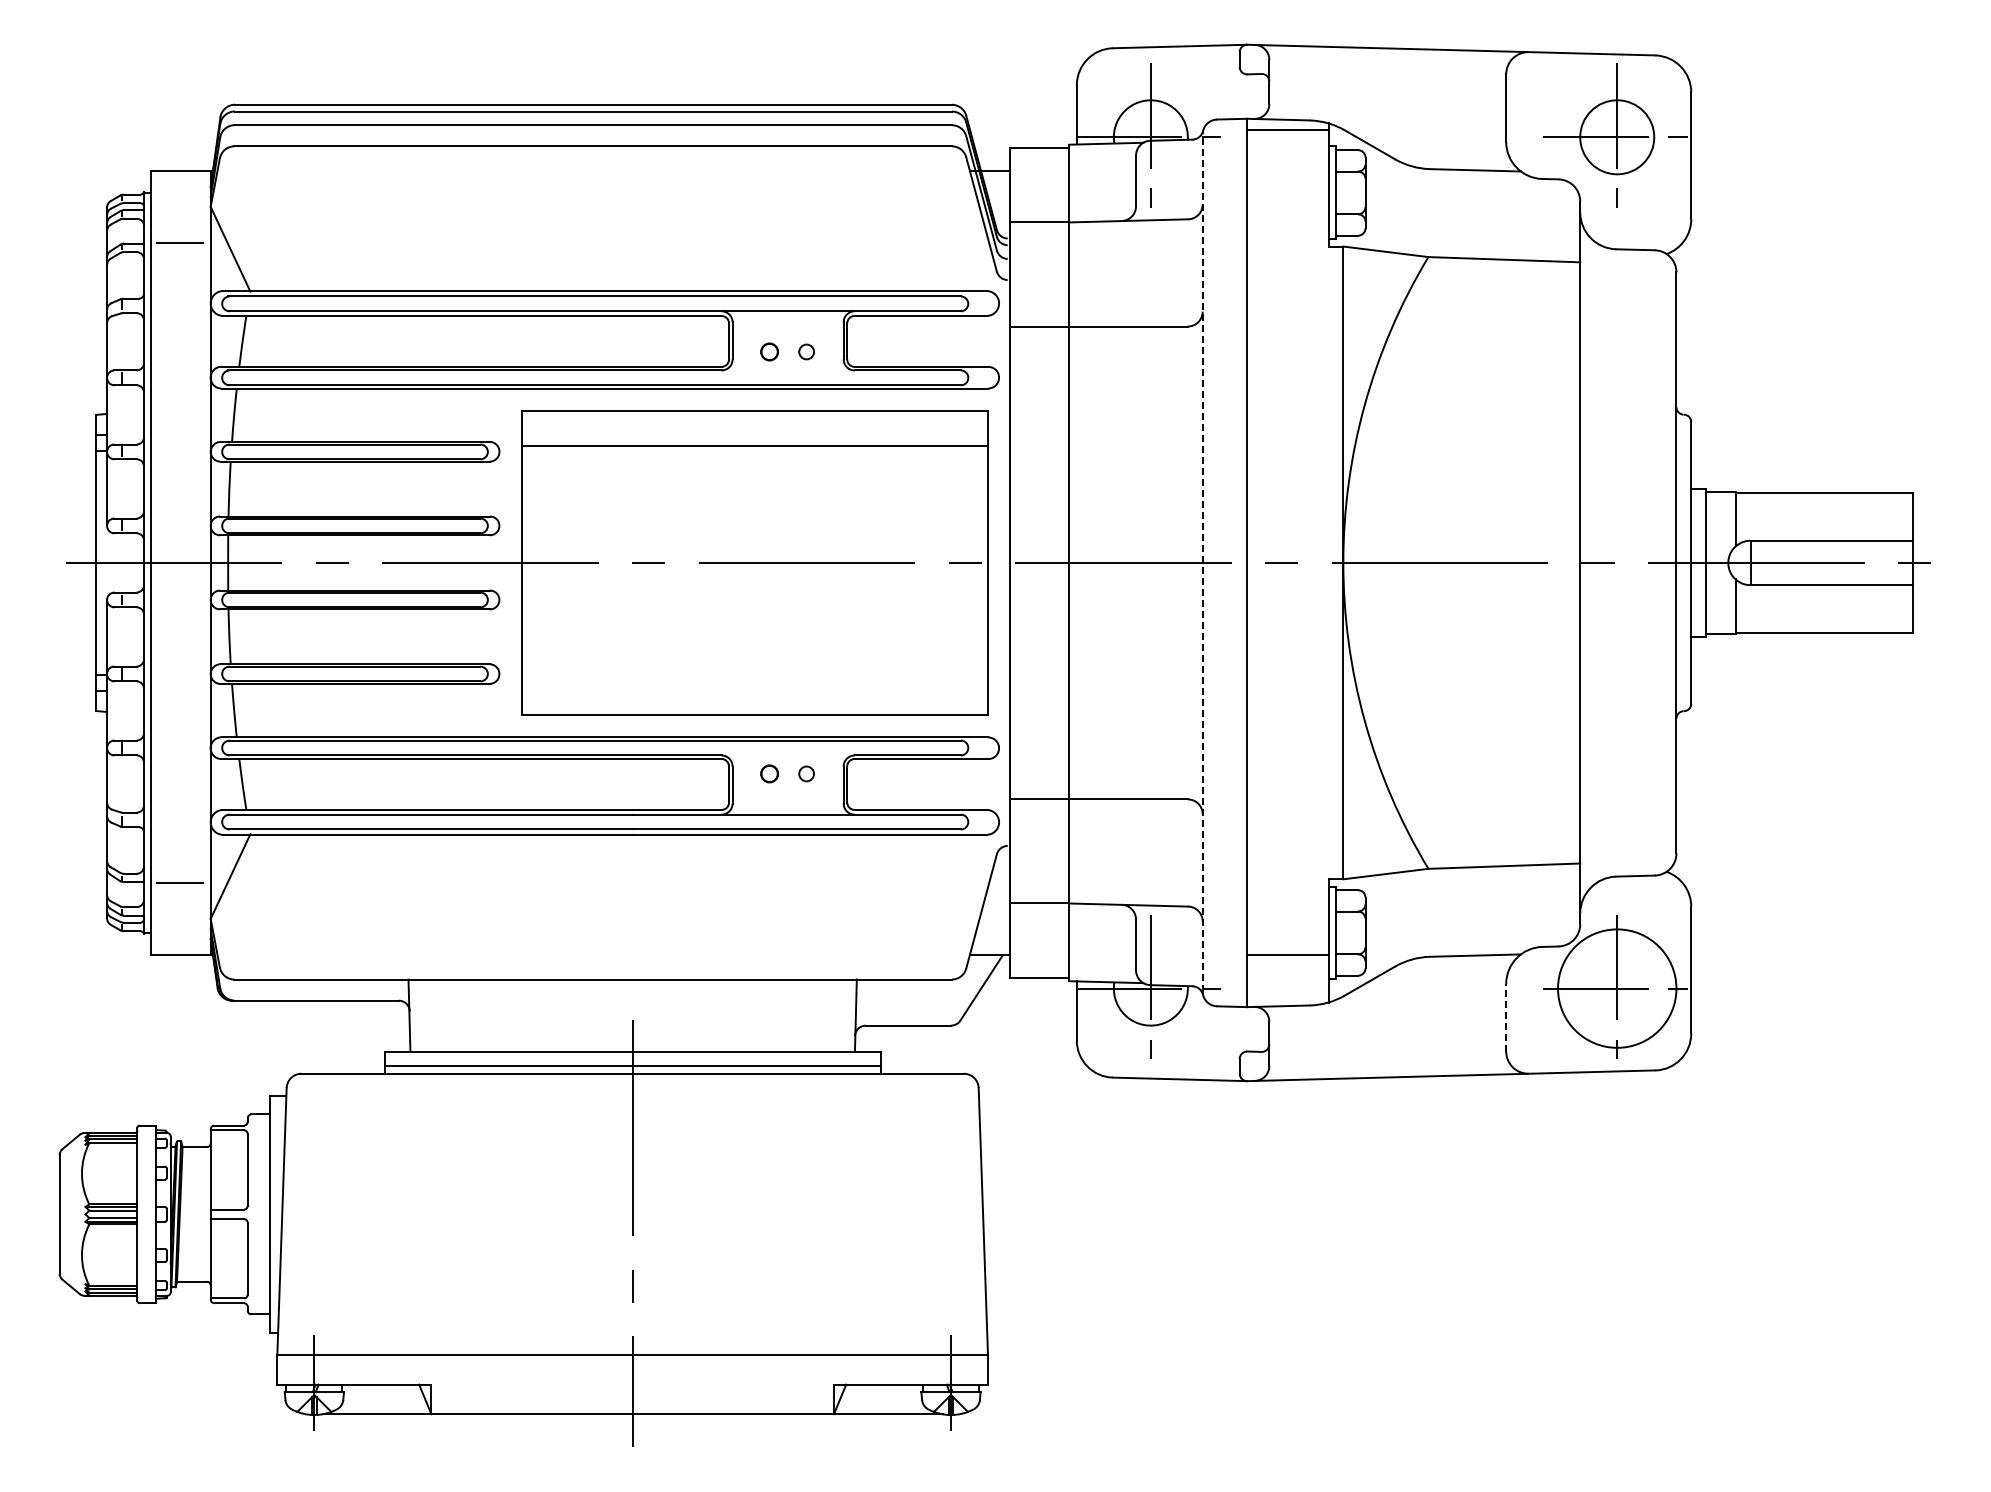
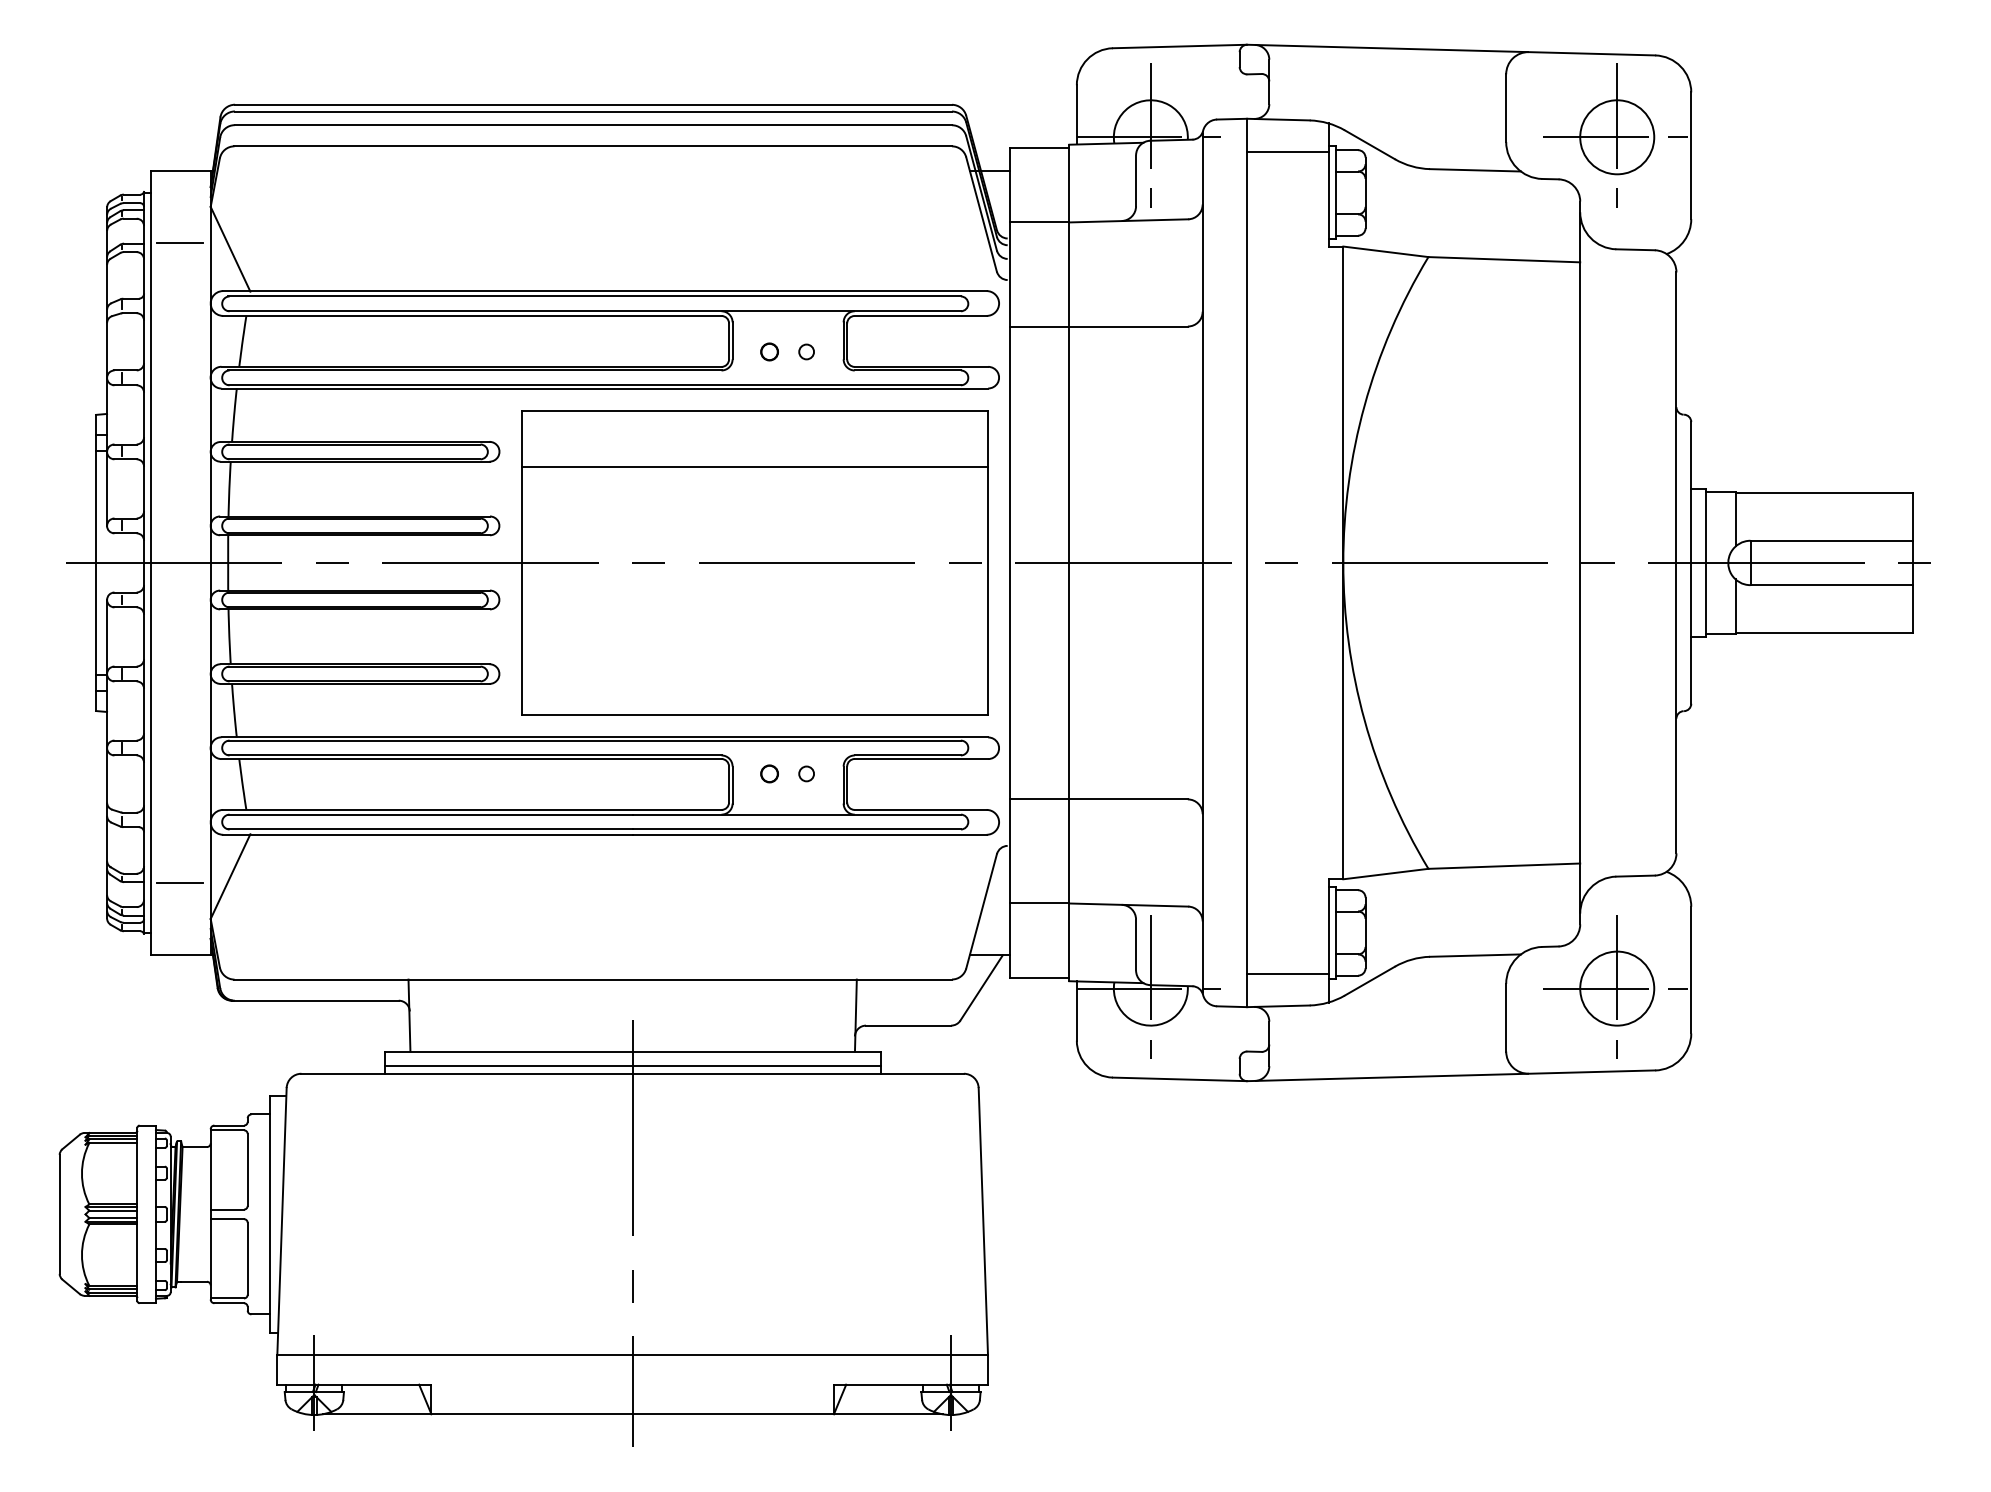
line at (1287, 129) position: (1287, 129) -> (1287, 151)
line at (754, 445) position: (754, 445) -> (754, 466)
line at (1202, 562): dashed -> solid
line at (1287, 954) position: (1287, 954) -> (1287, 973)
circle at (1617, 988) diameter: 118 px -> 74 px
line at (1506, 1017): dashed -> solid
